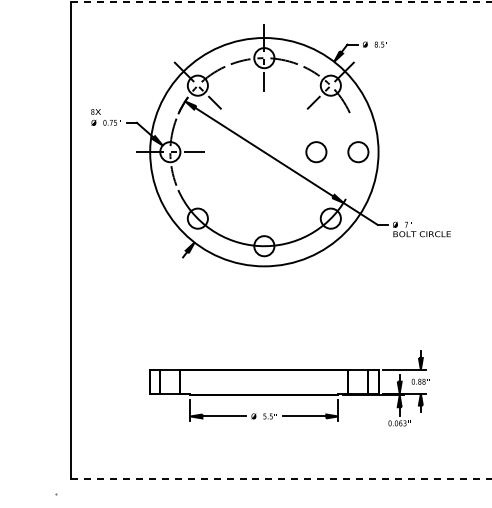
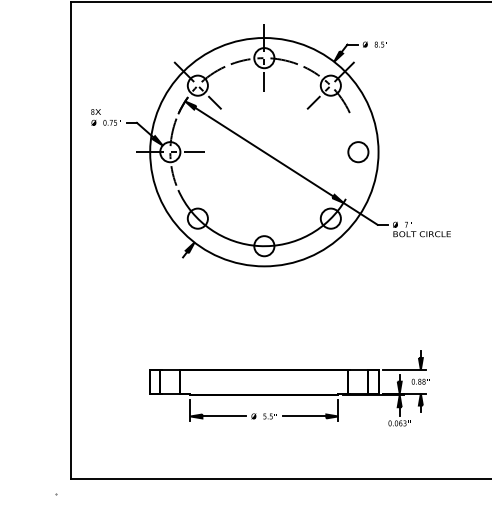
line at (281, 1): dashed -> solid
circle at (316, 152): present -> none
line at (281, 479): dashed -> solid
